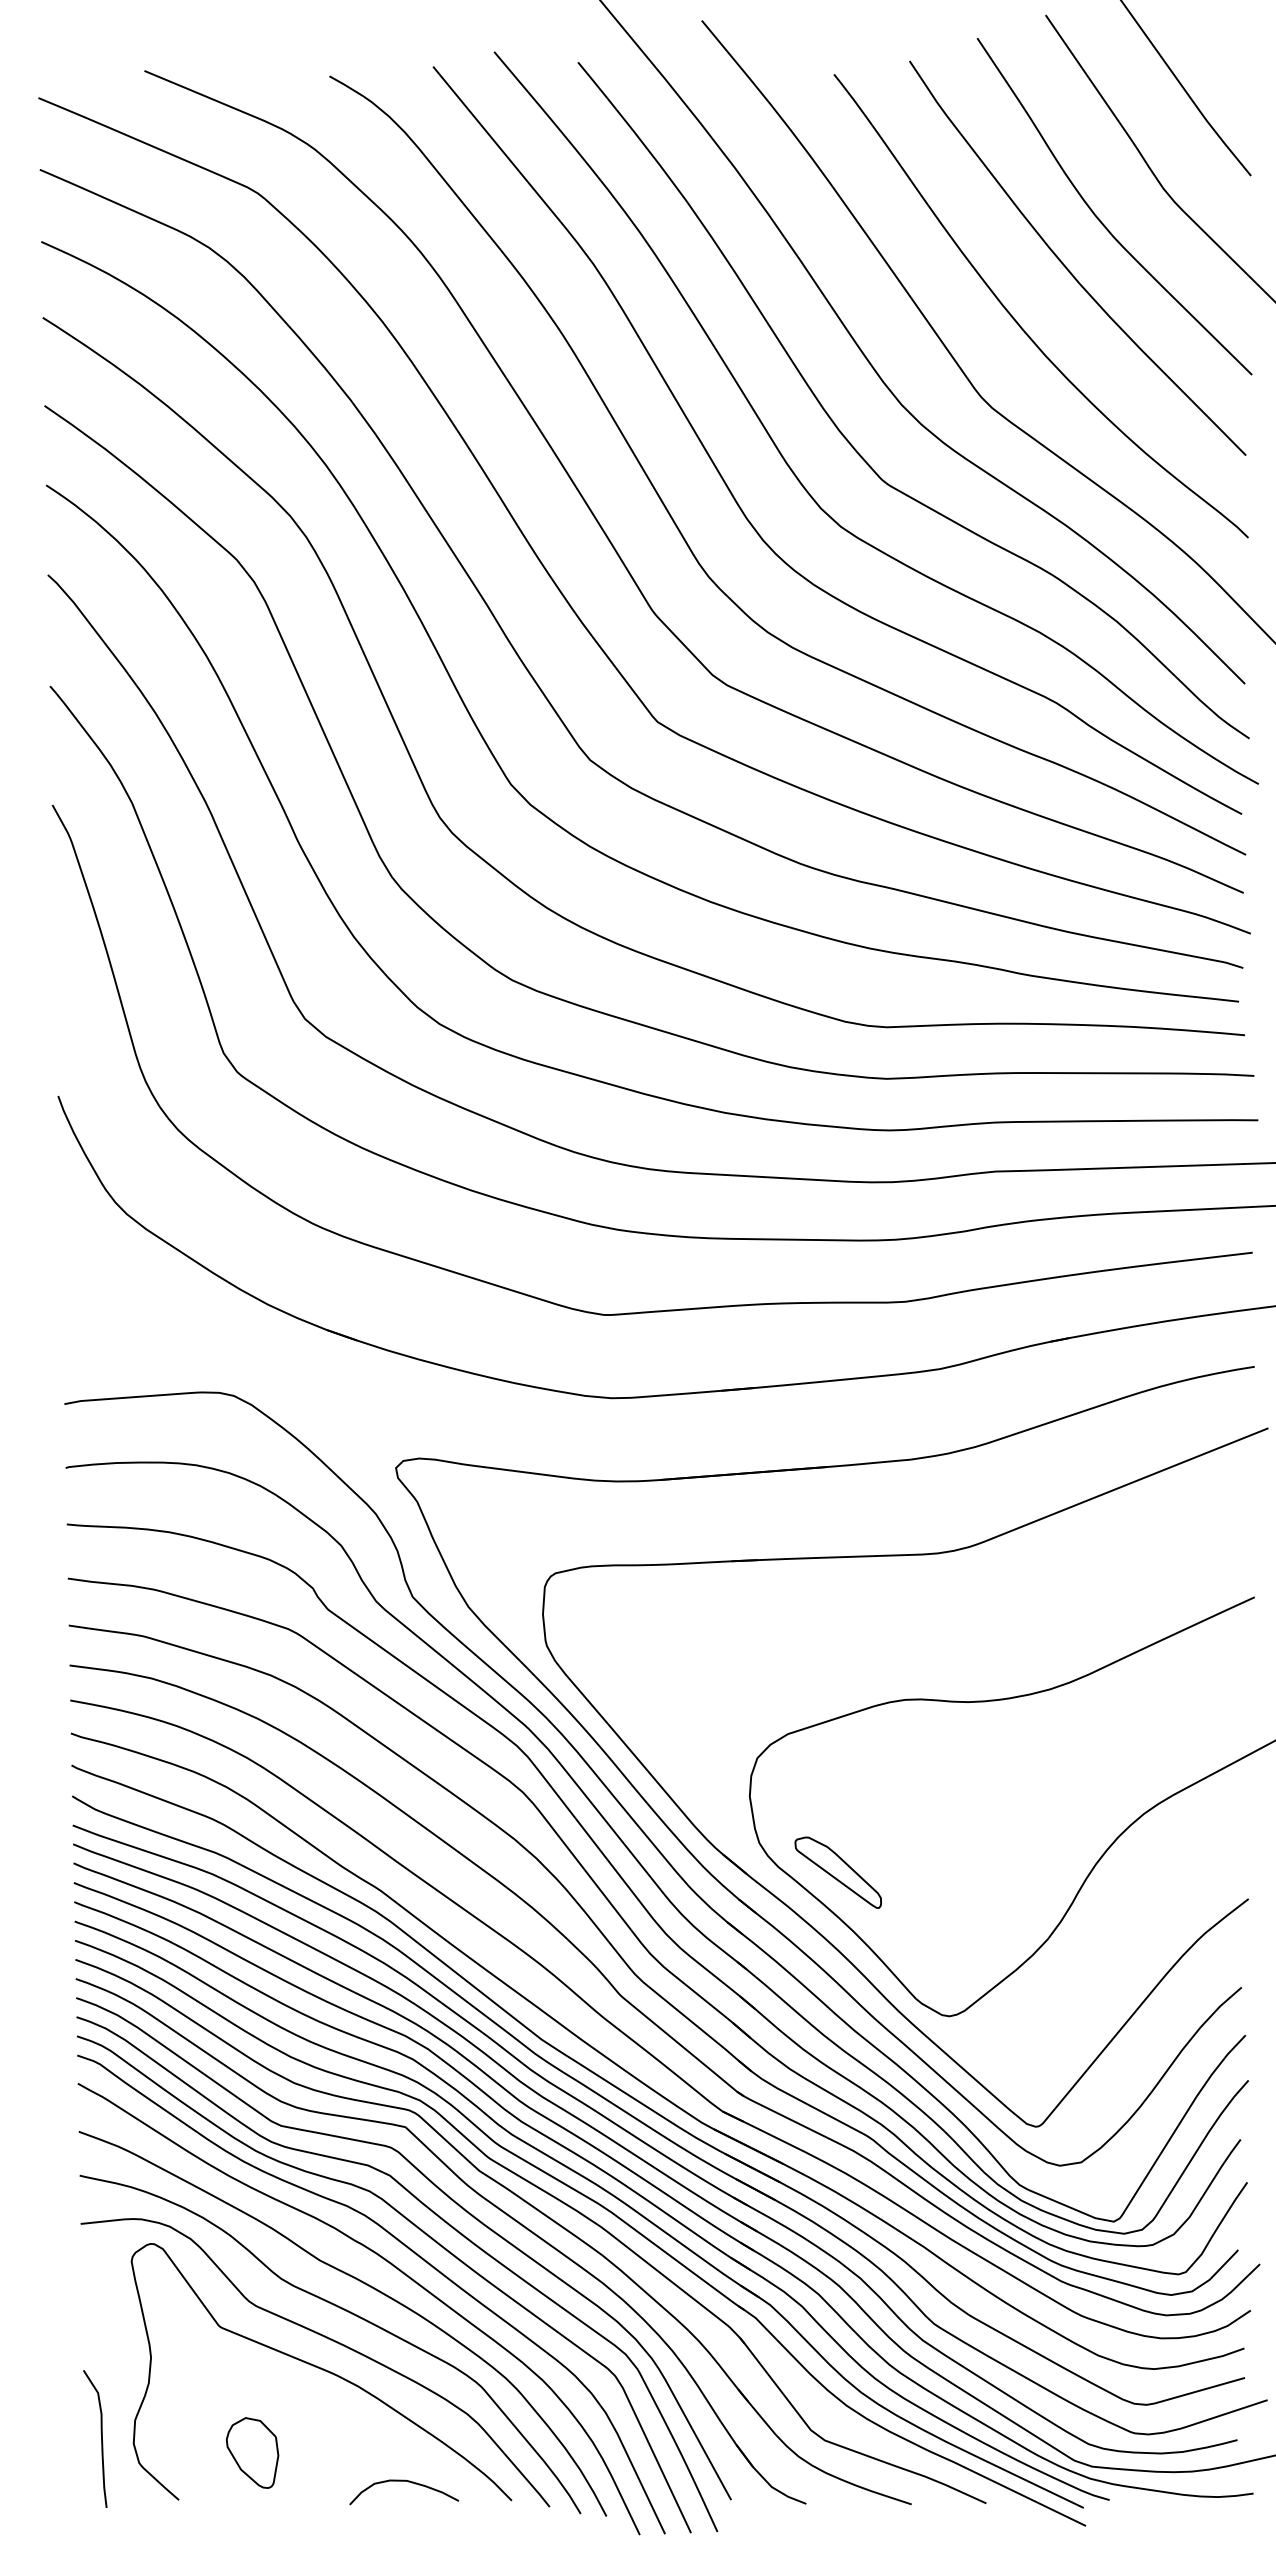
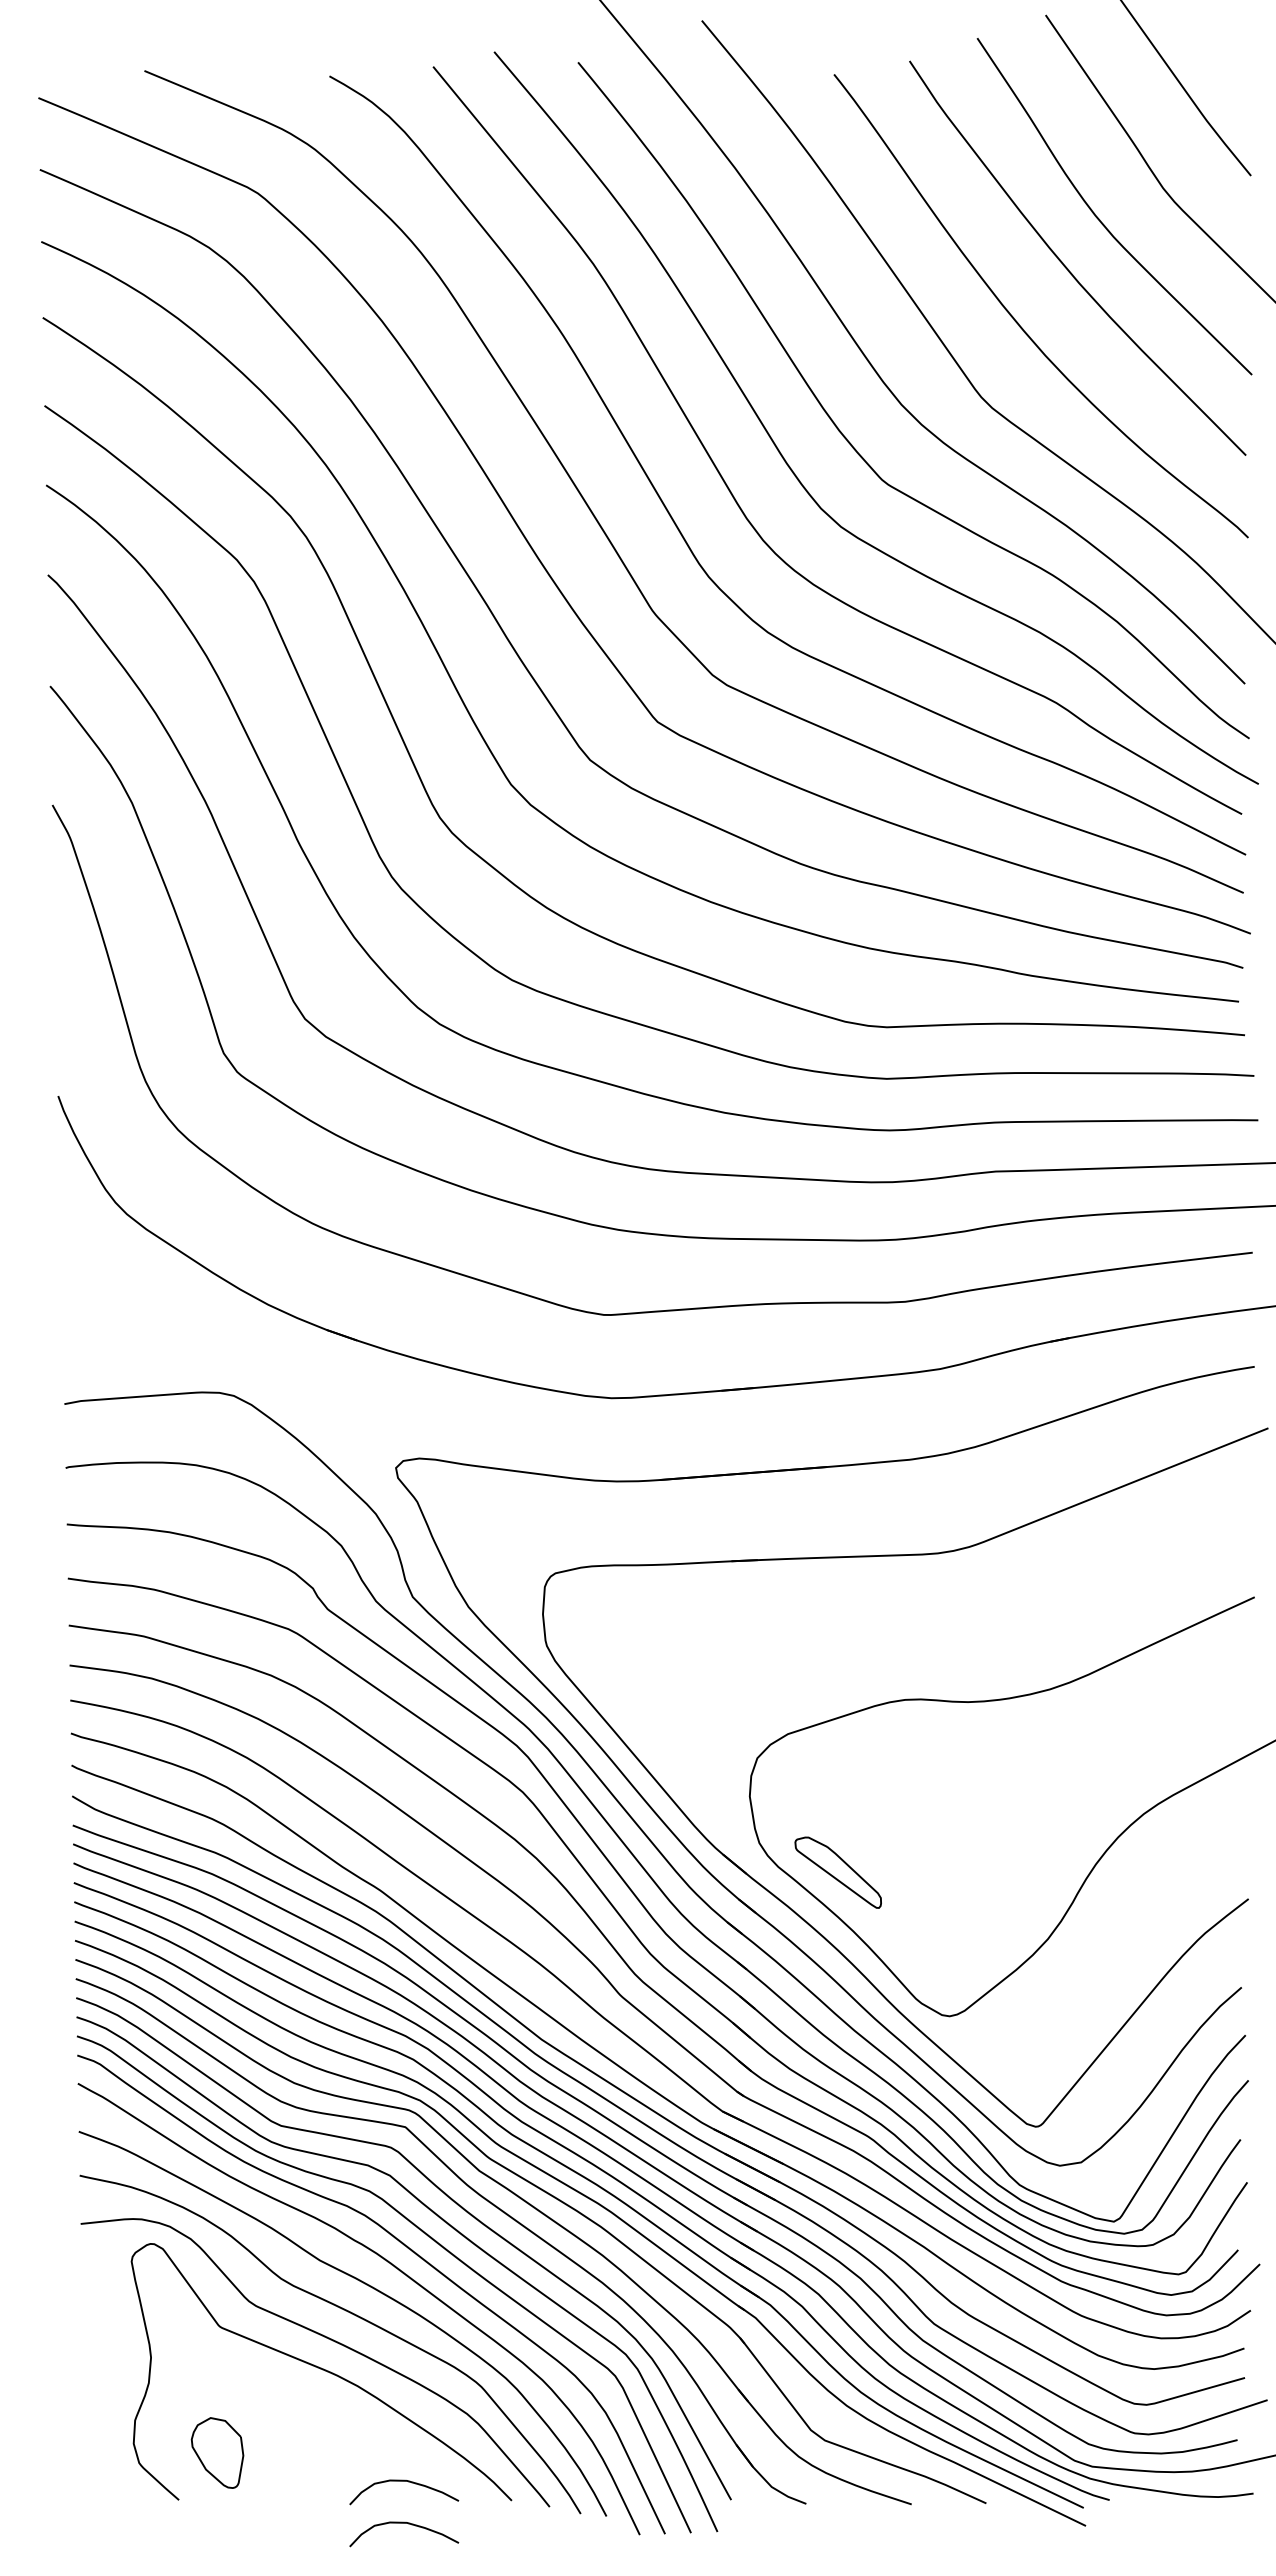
curve at (101, 2438): present -> none
part at (252, 2452) position: (252, 2452) -> (217, 2452)
curve at (408, 2524): none -> present
